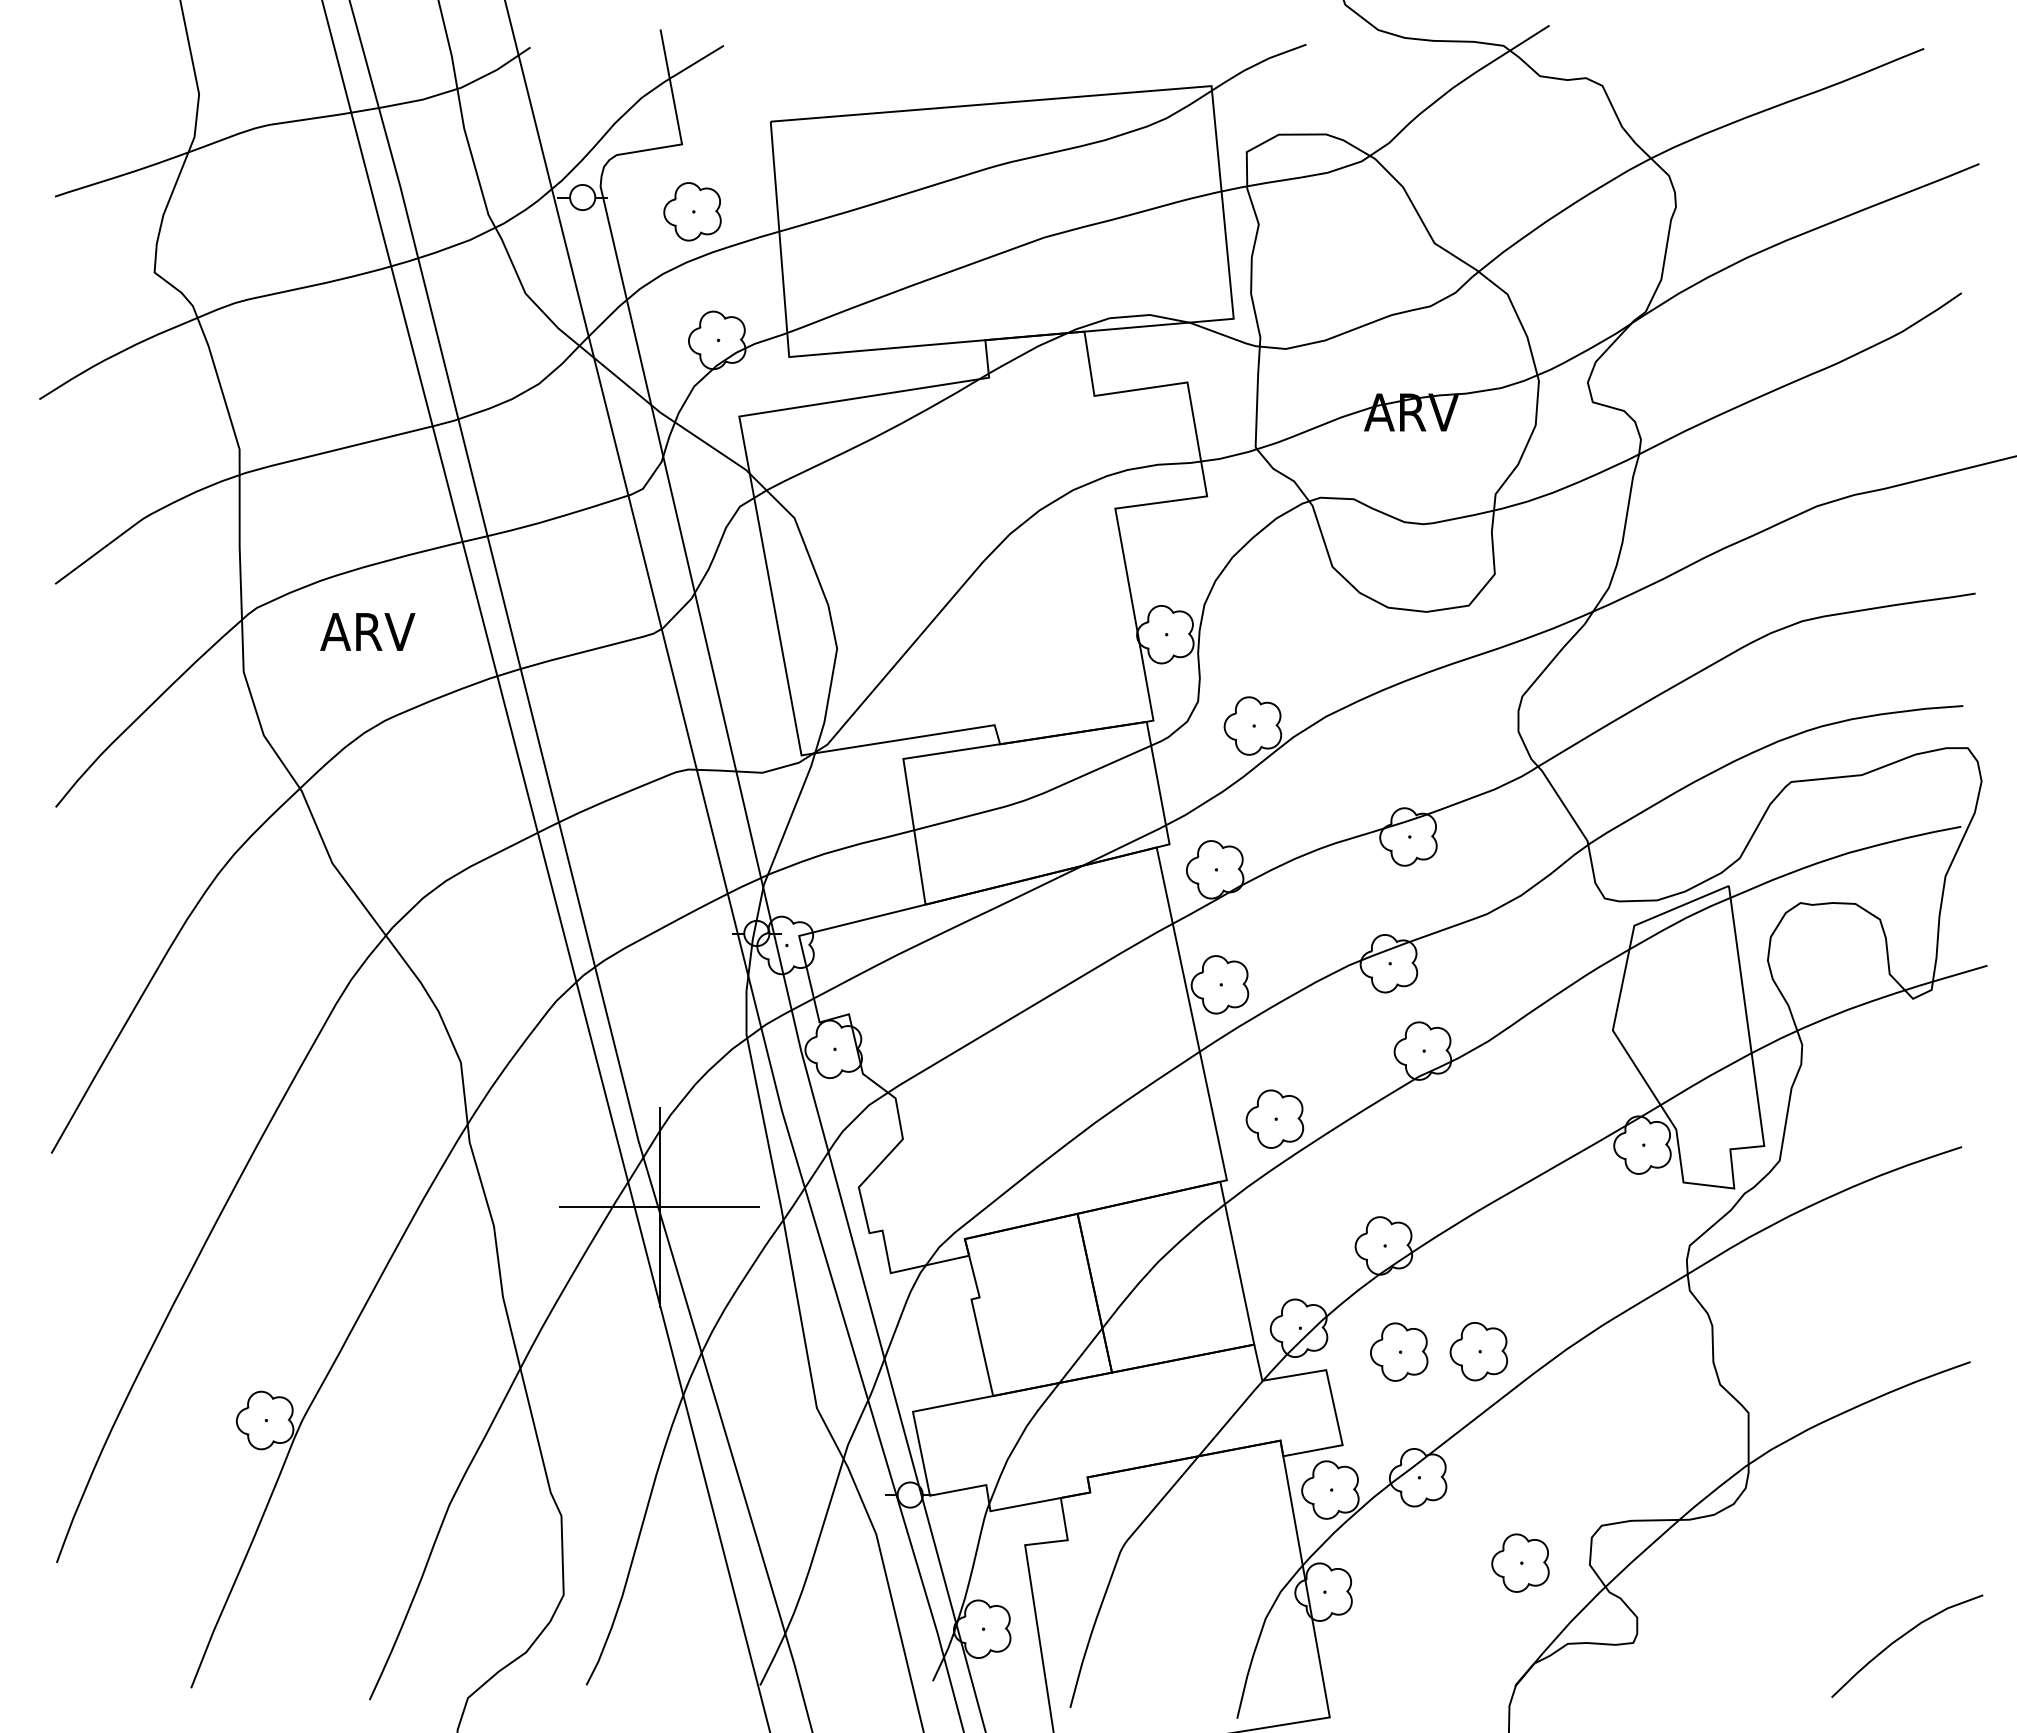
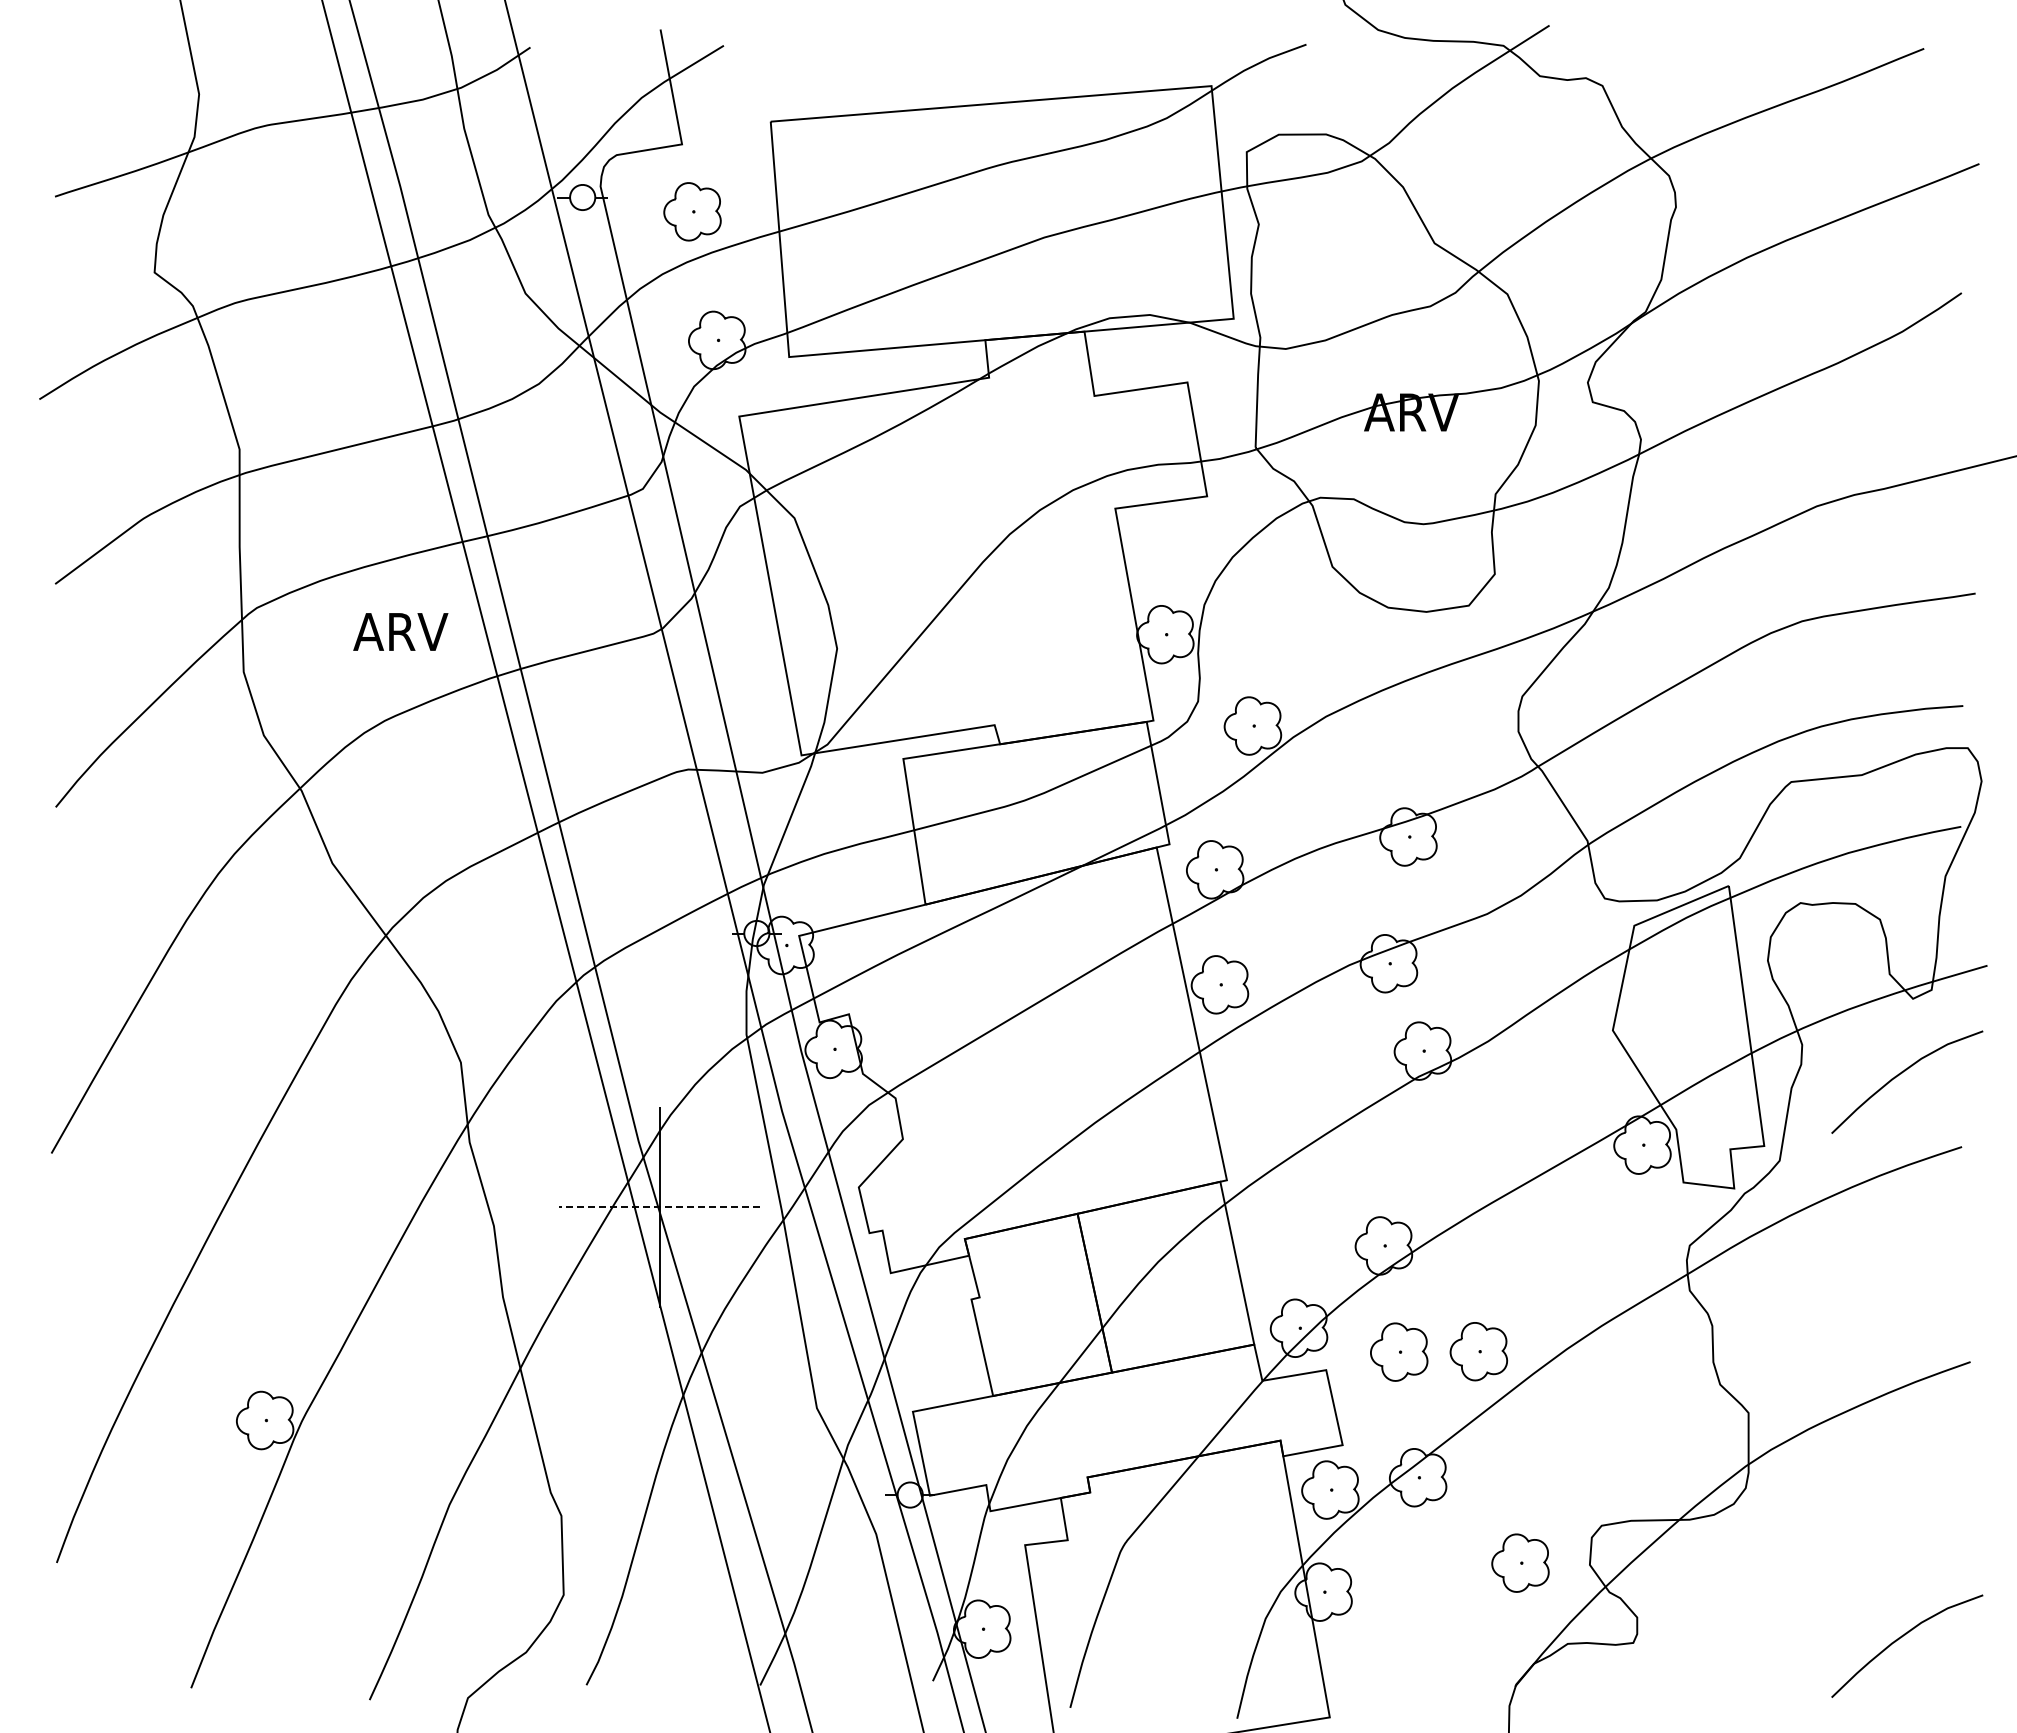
text at (367, 631) position: (367, 631) -> (400, 631)
curve at (1902, 1073): none -> present
part at (1274, 1118): present -> none
line at (659, 1207): solid -> dashed
